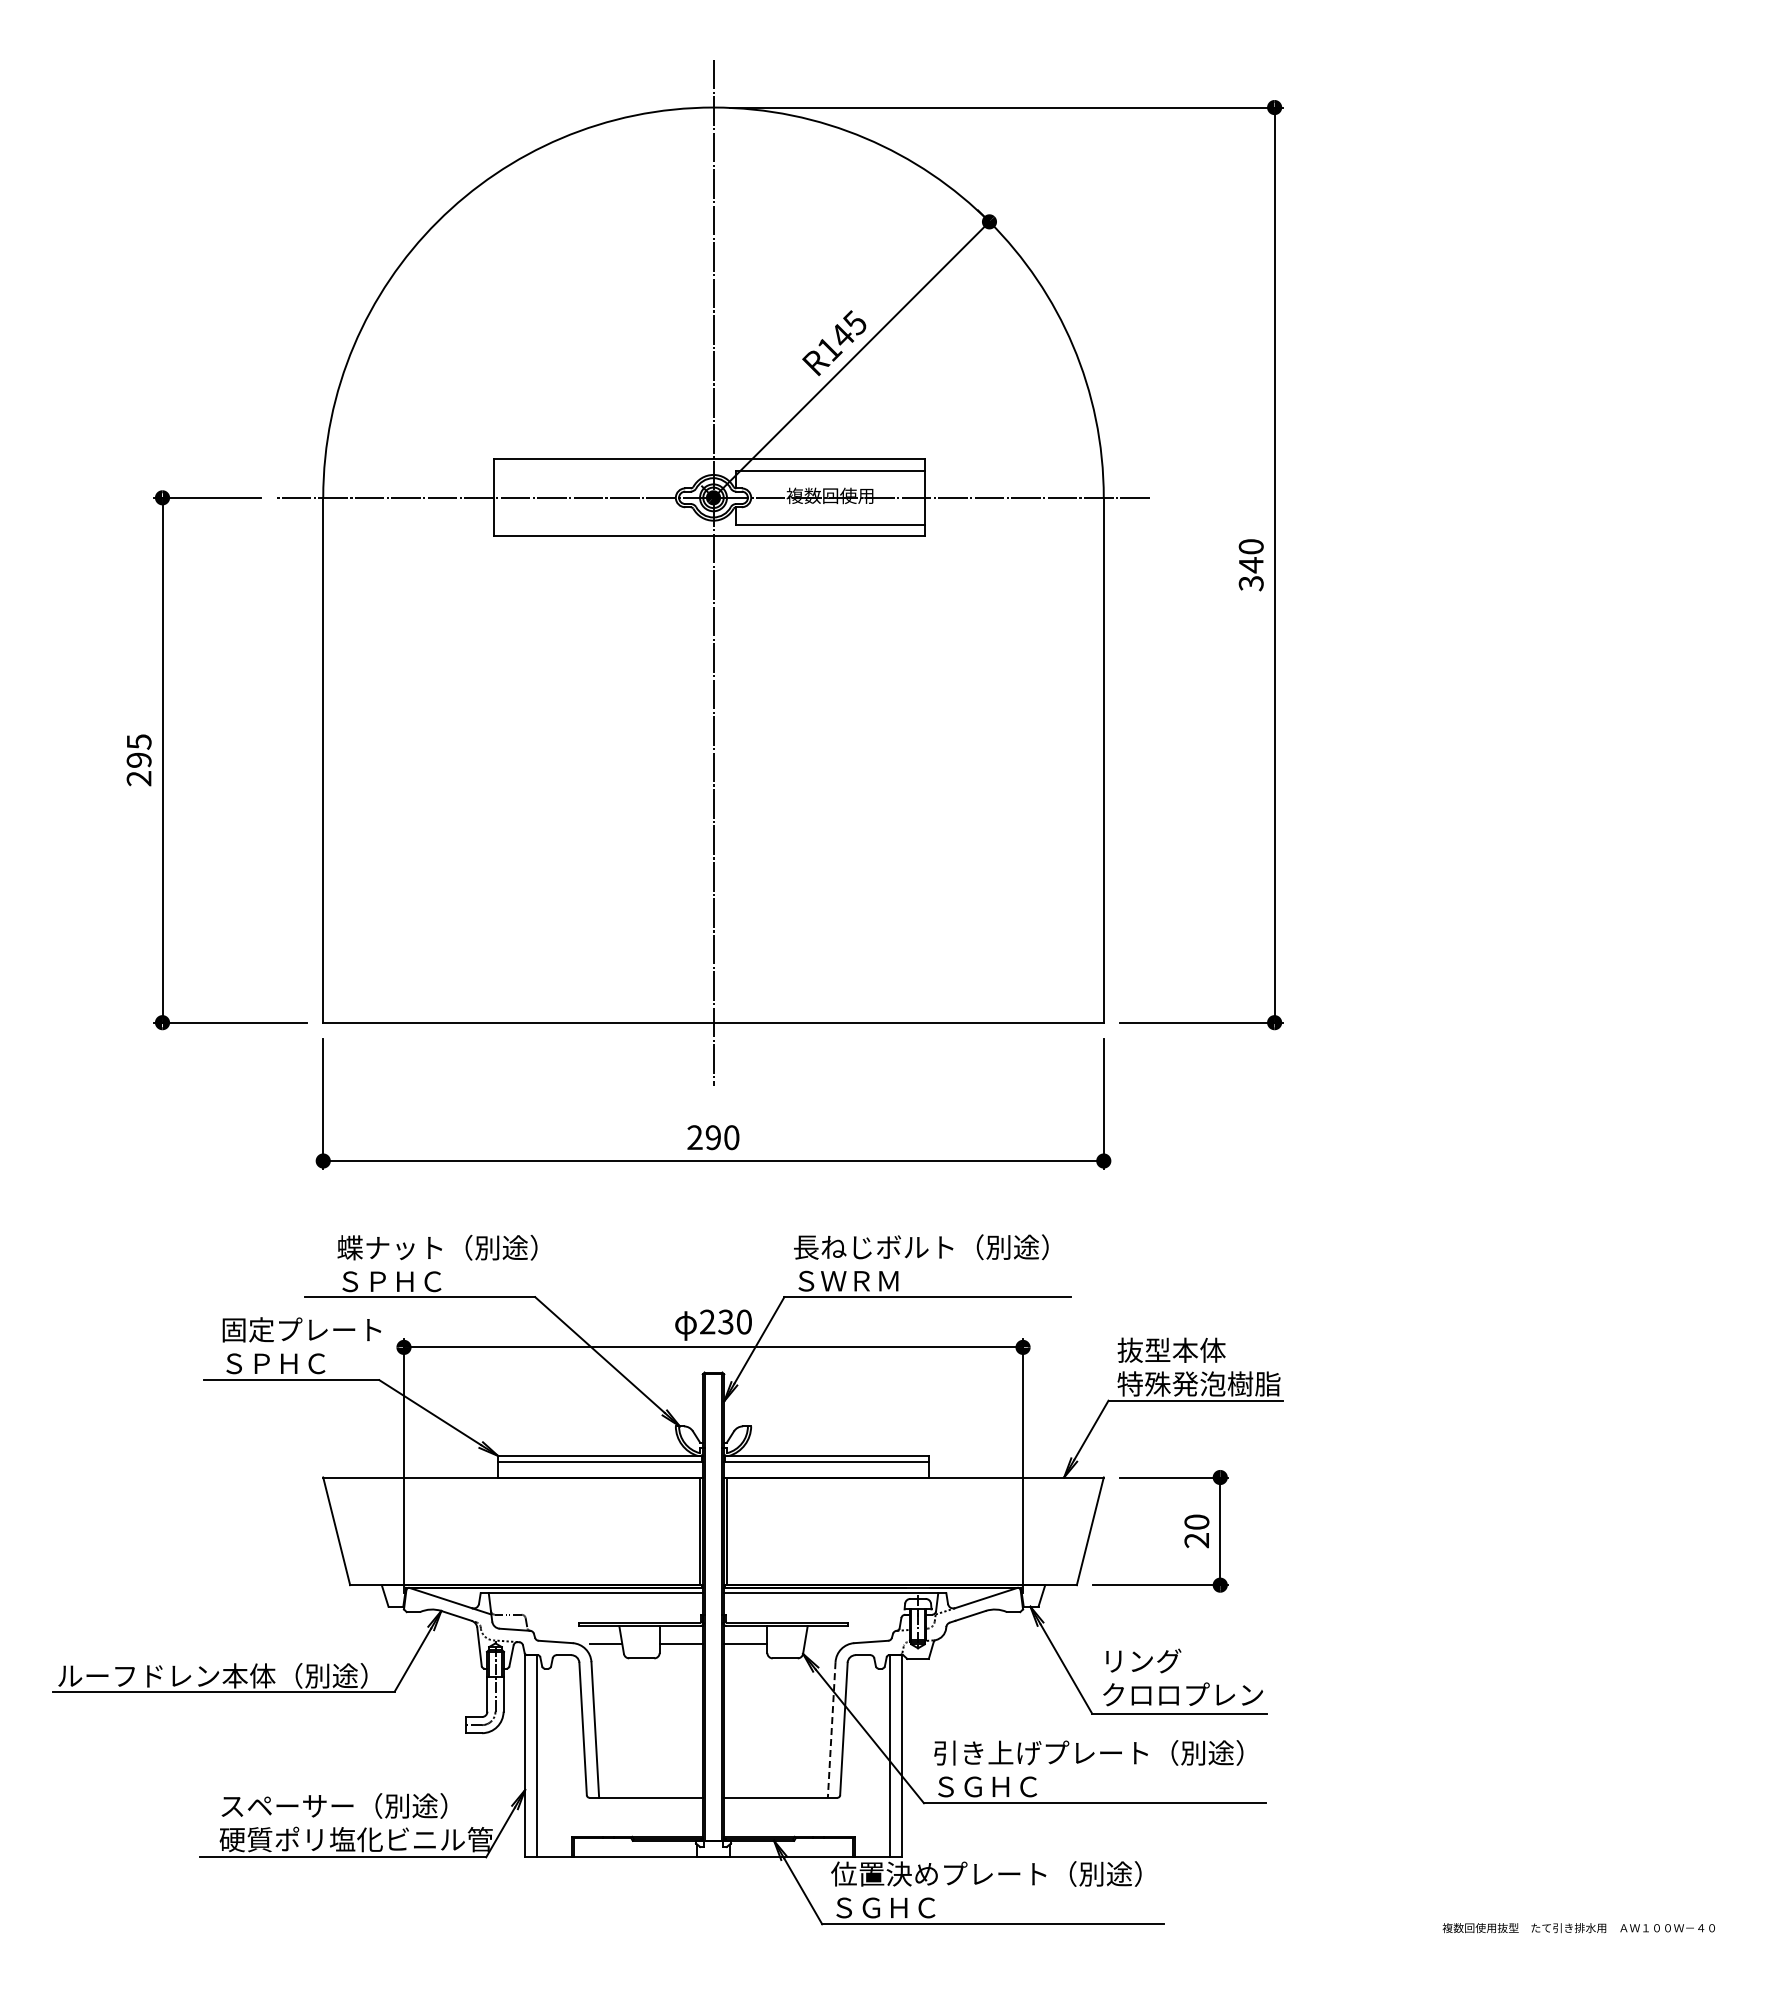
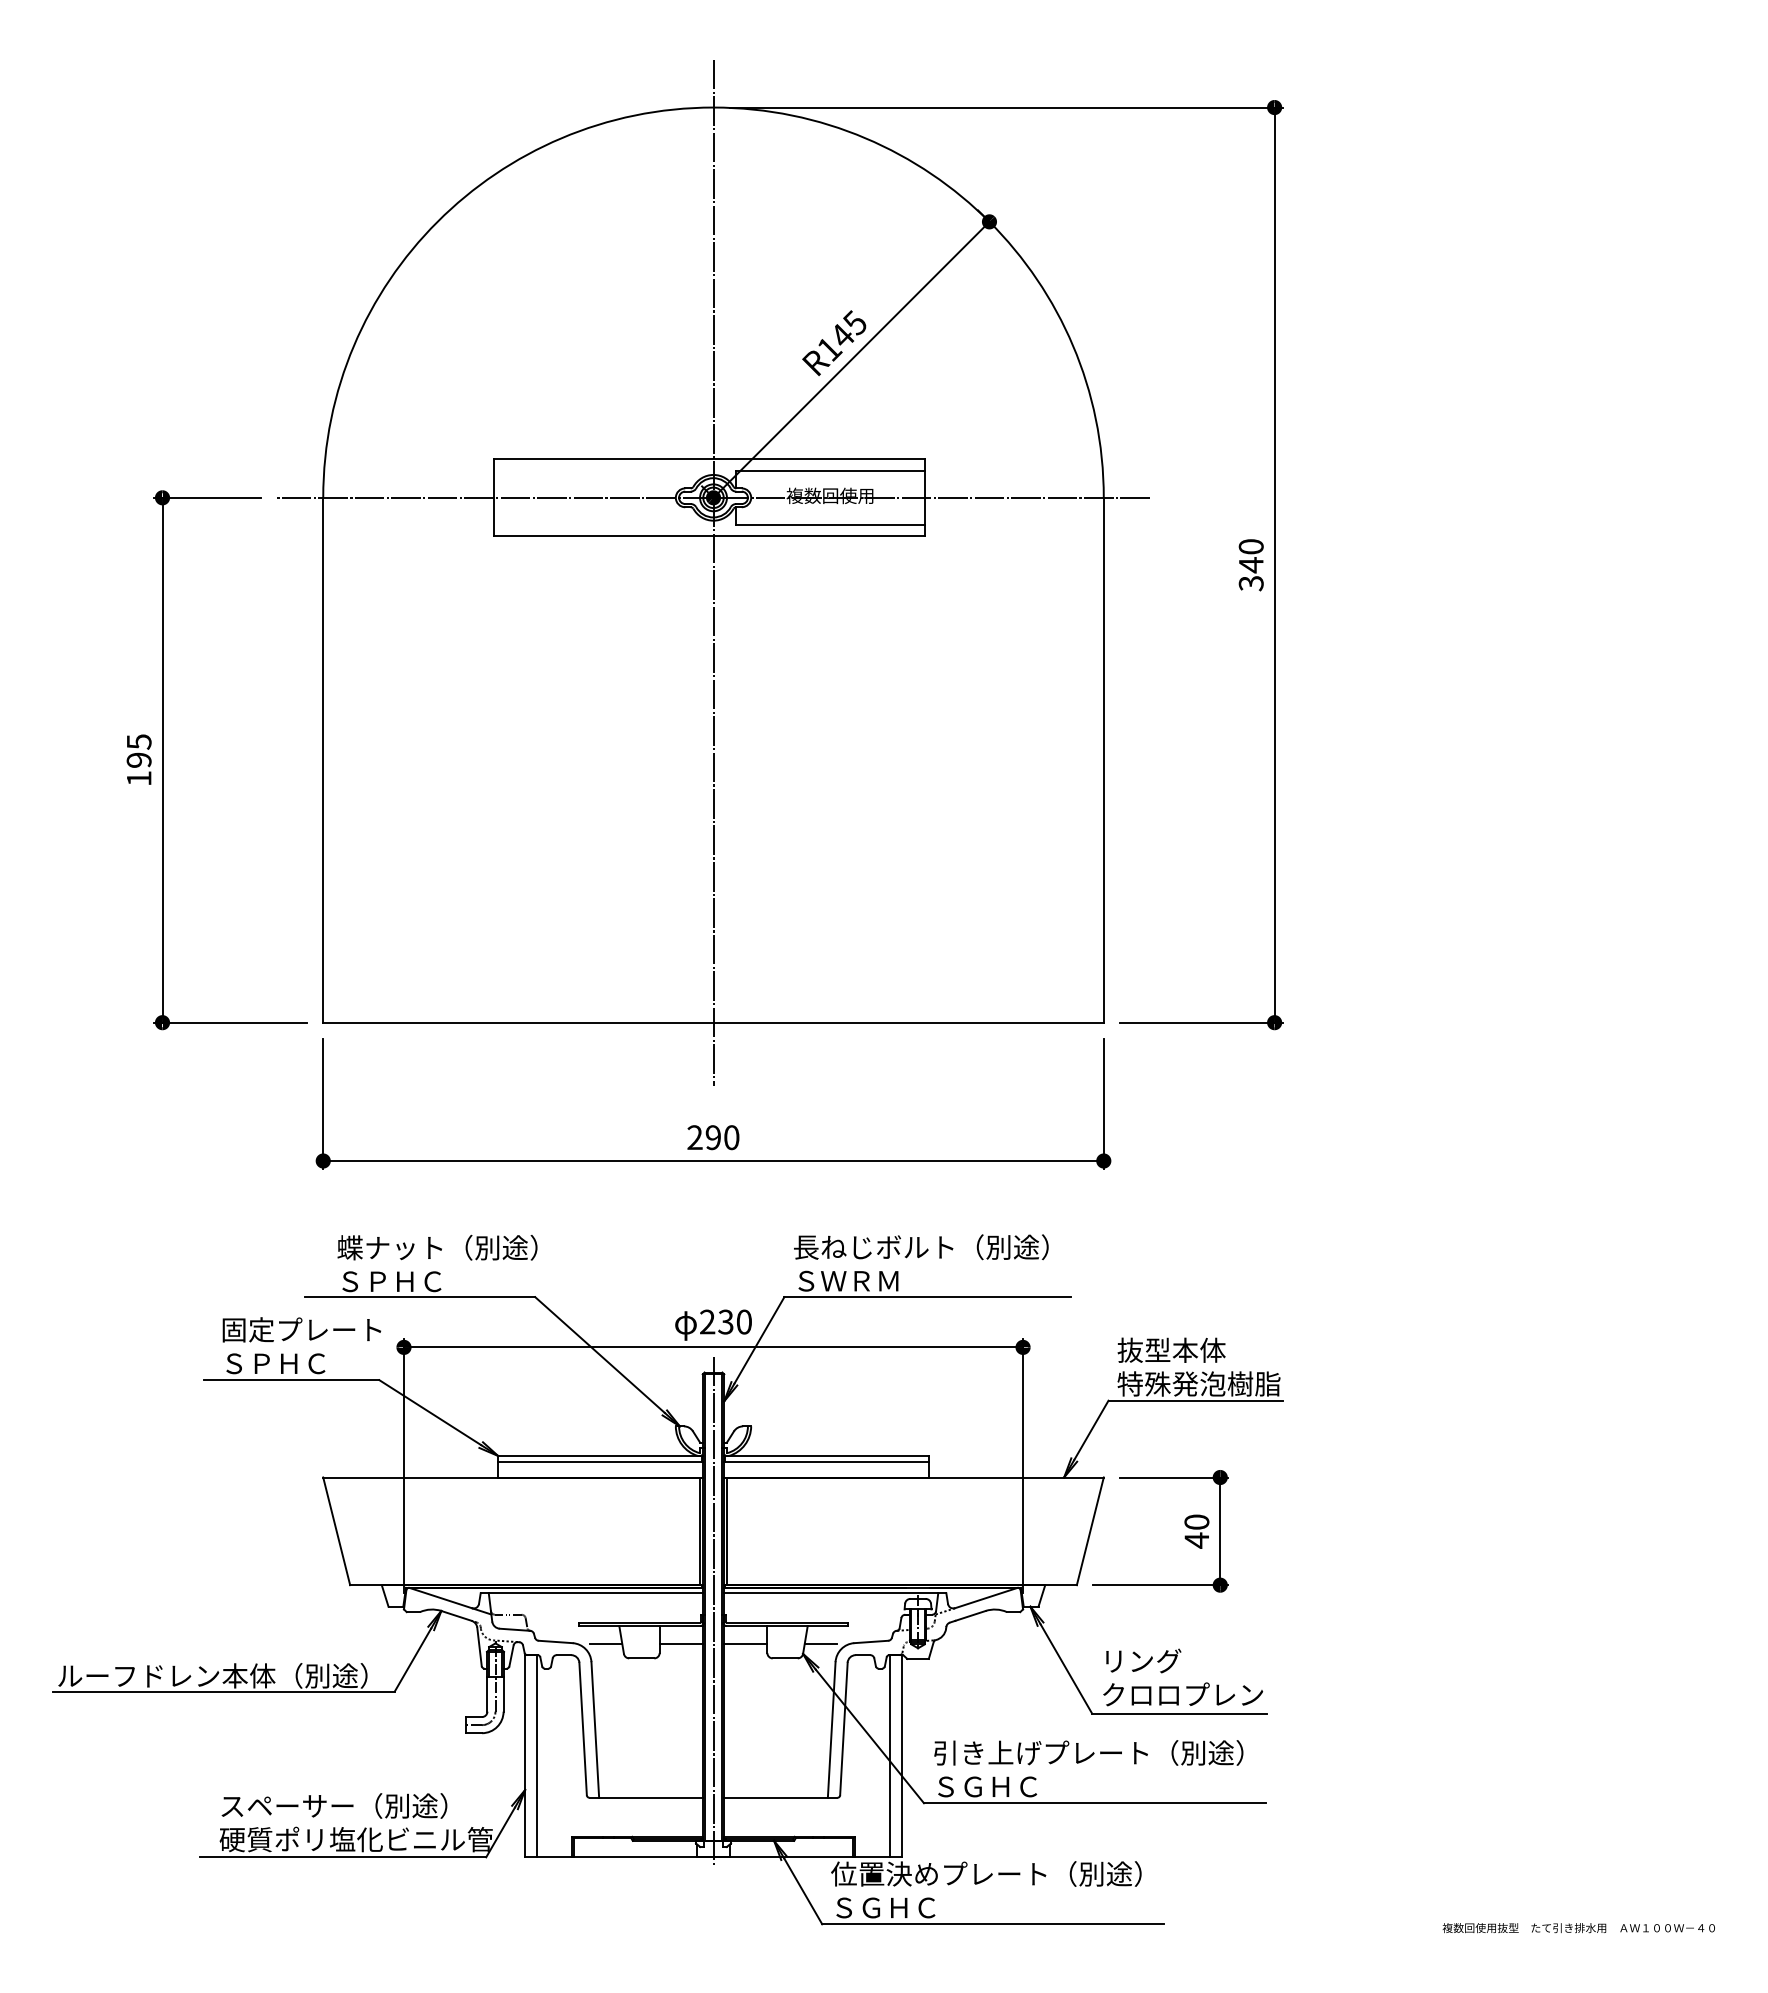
text at (138, 778): 295 -> 195
text at (1196, 1540): 20 -> 40
line at (713, 1611): none -> present
line at (820, 1644): none -> present
line at (831, 1729): dashed -> solid
